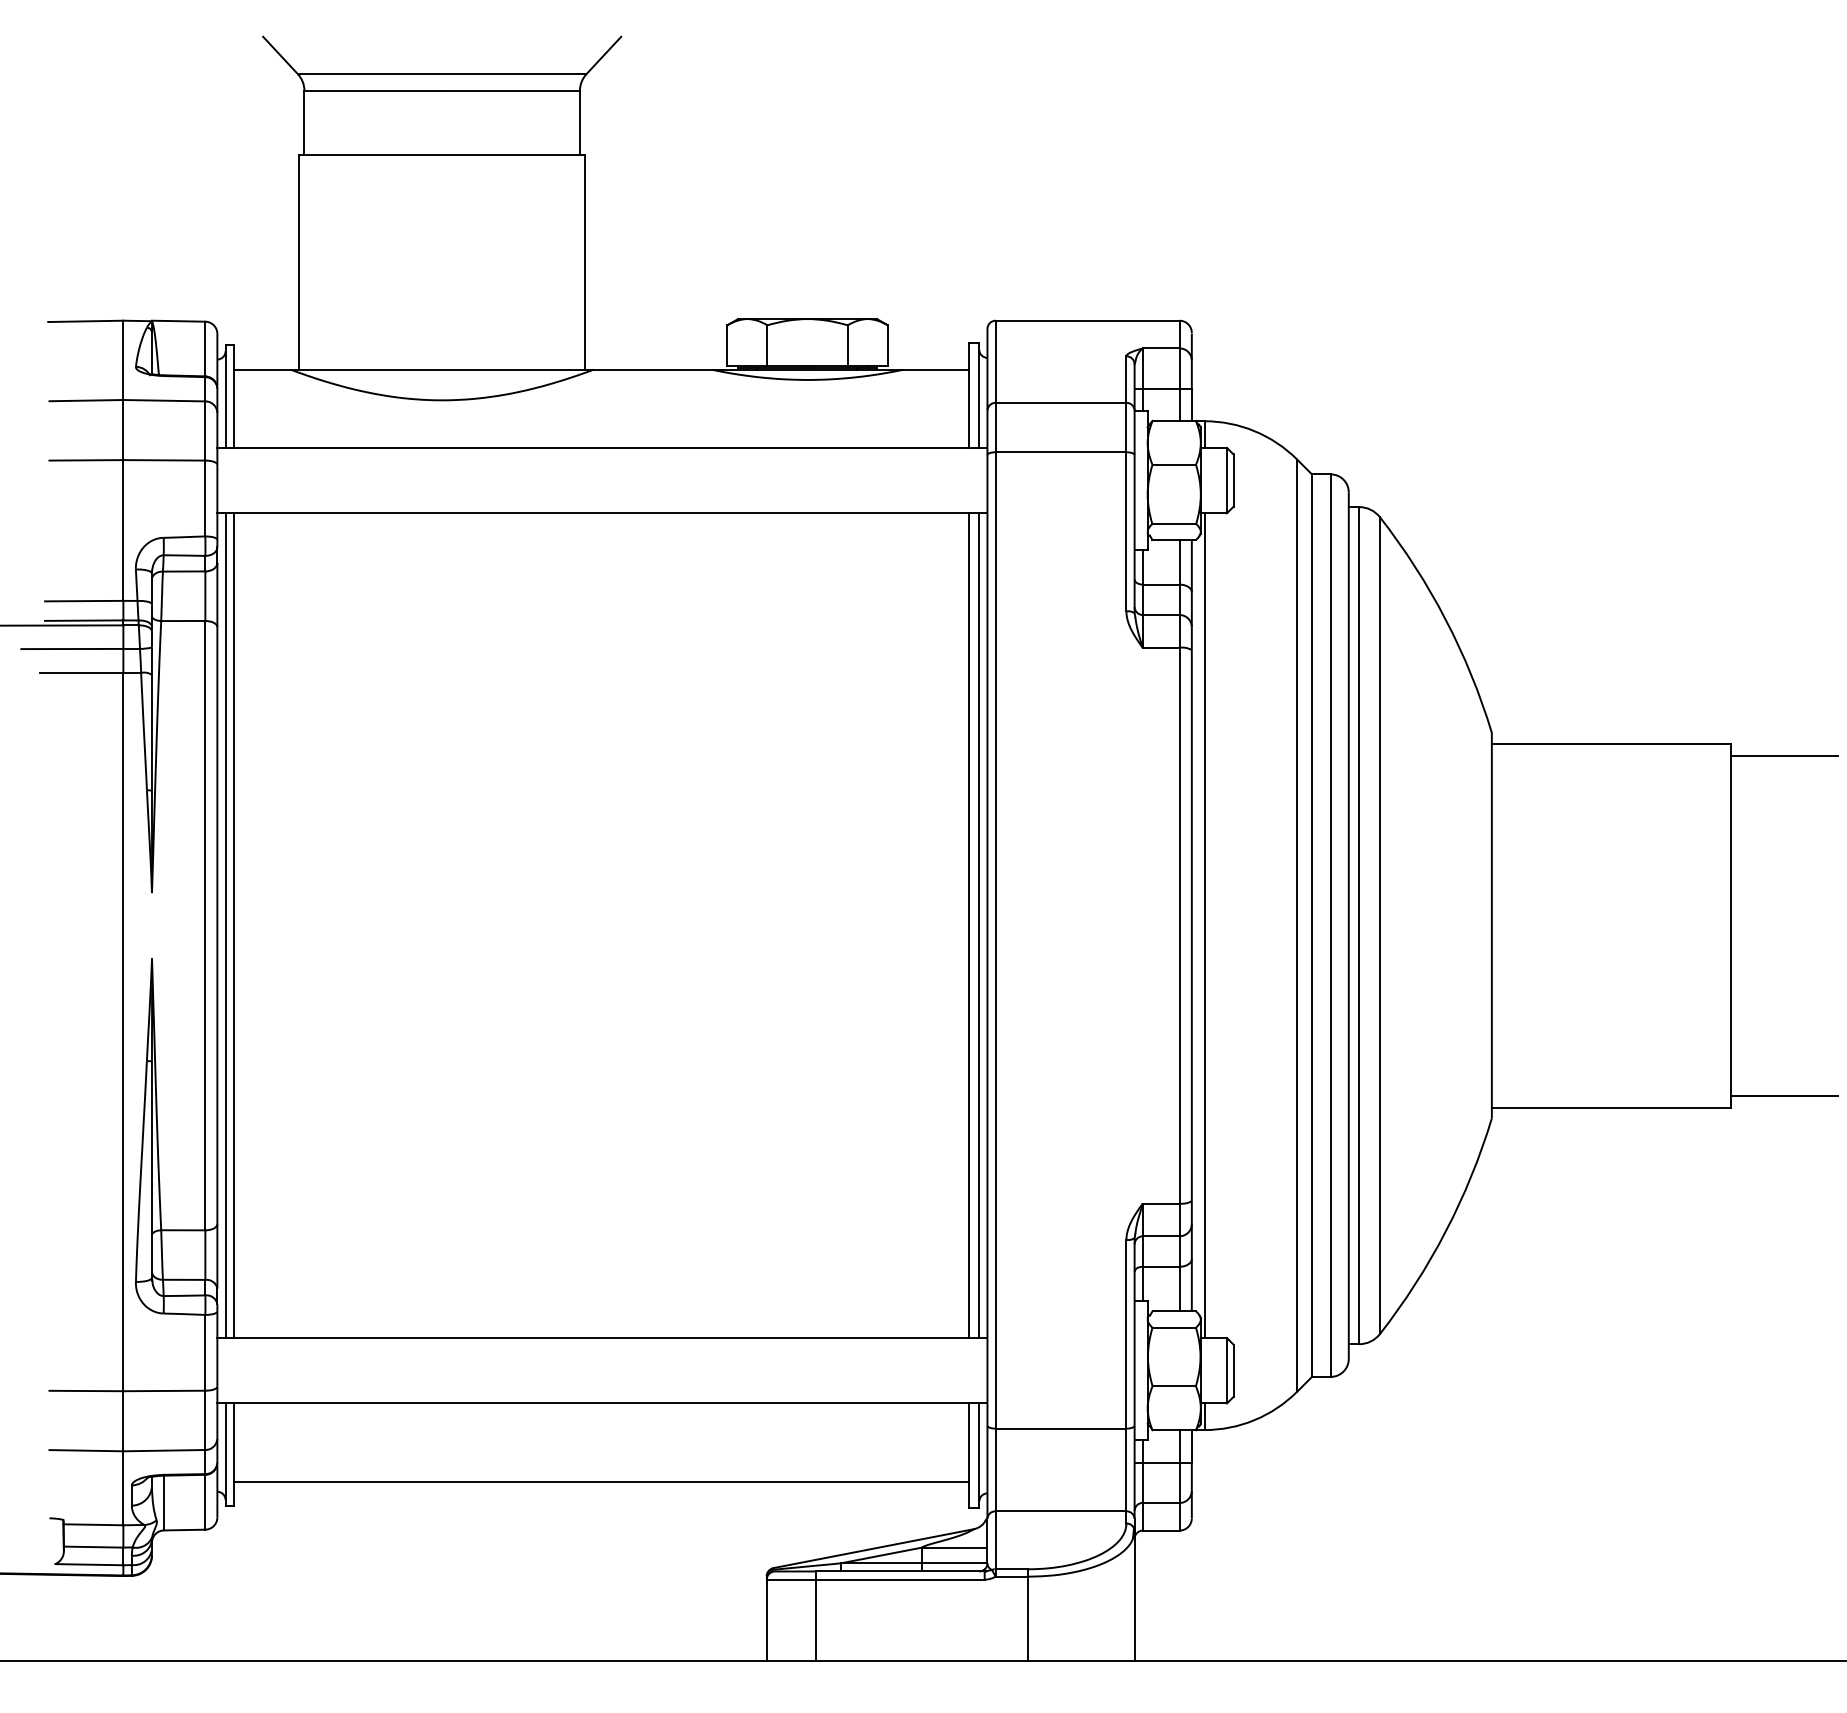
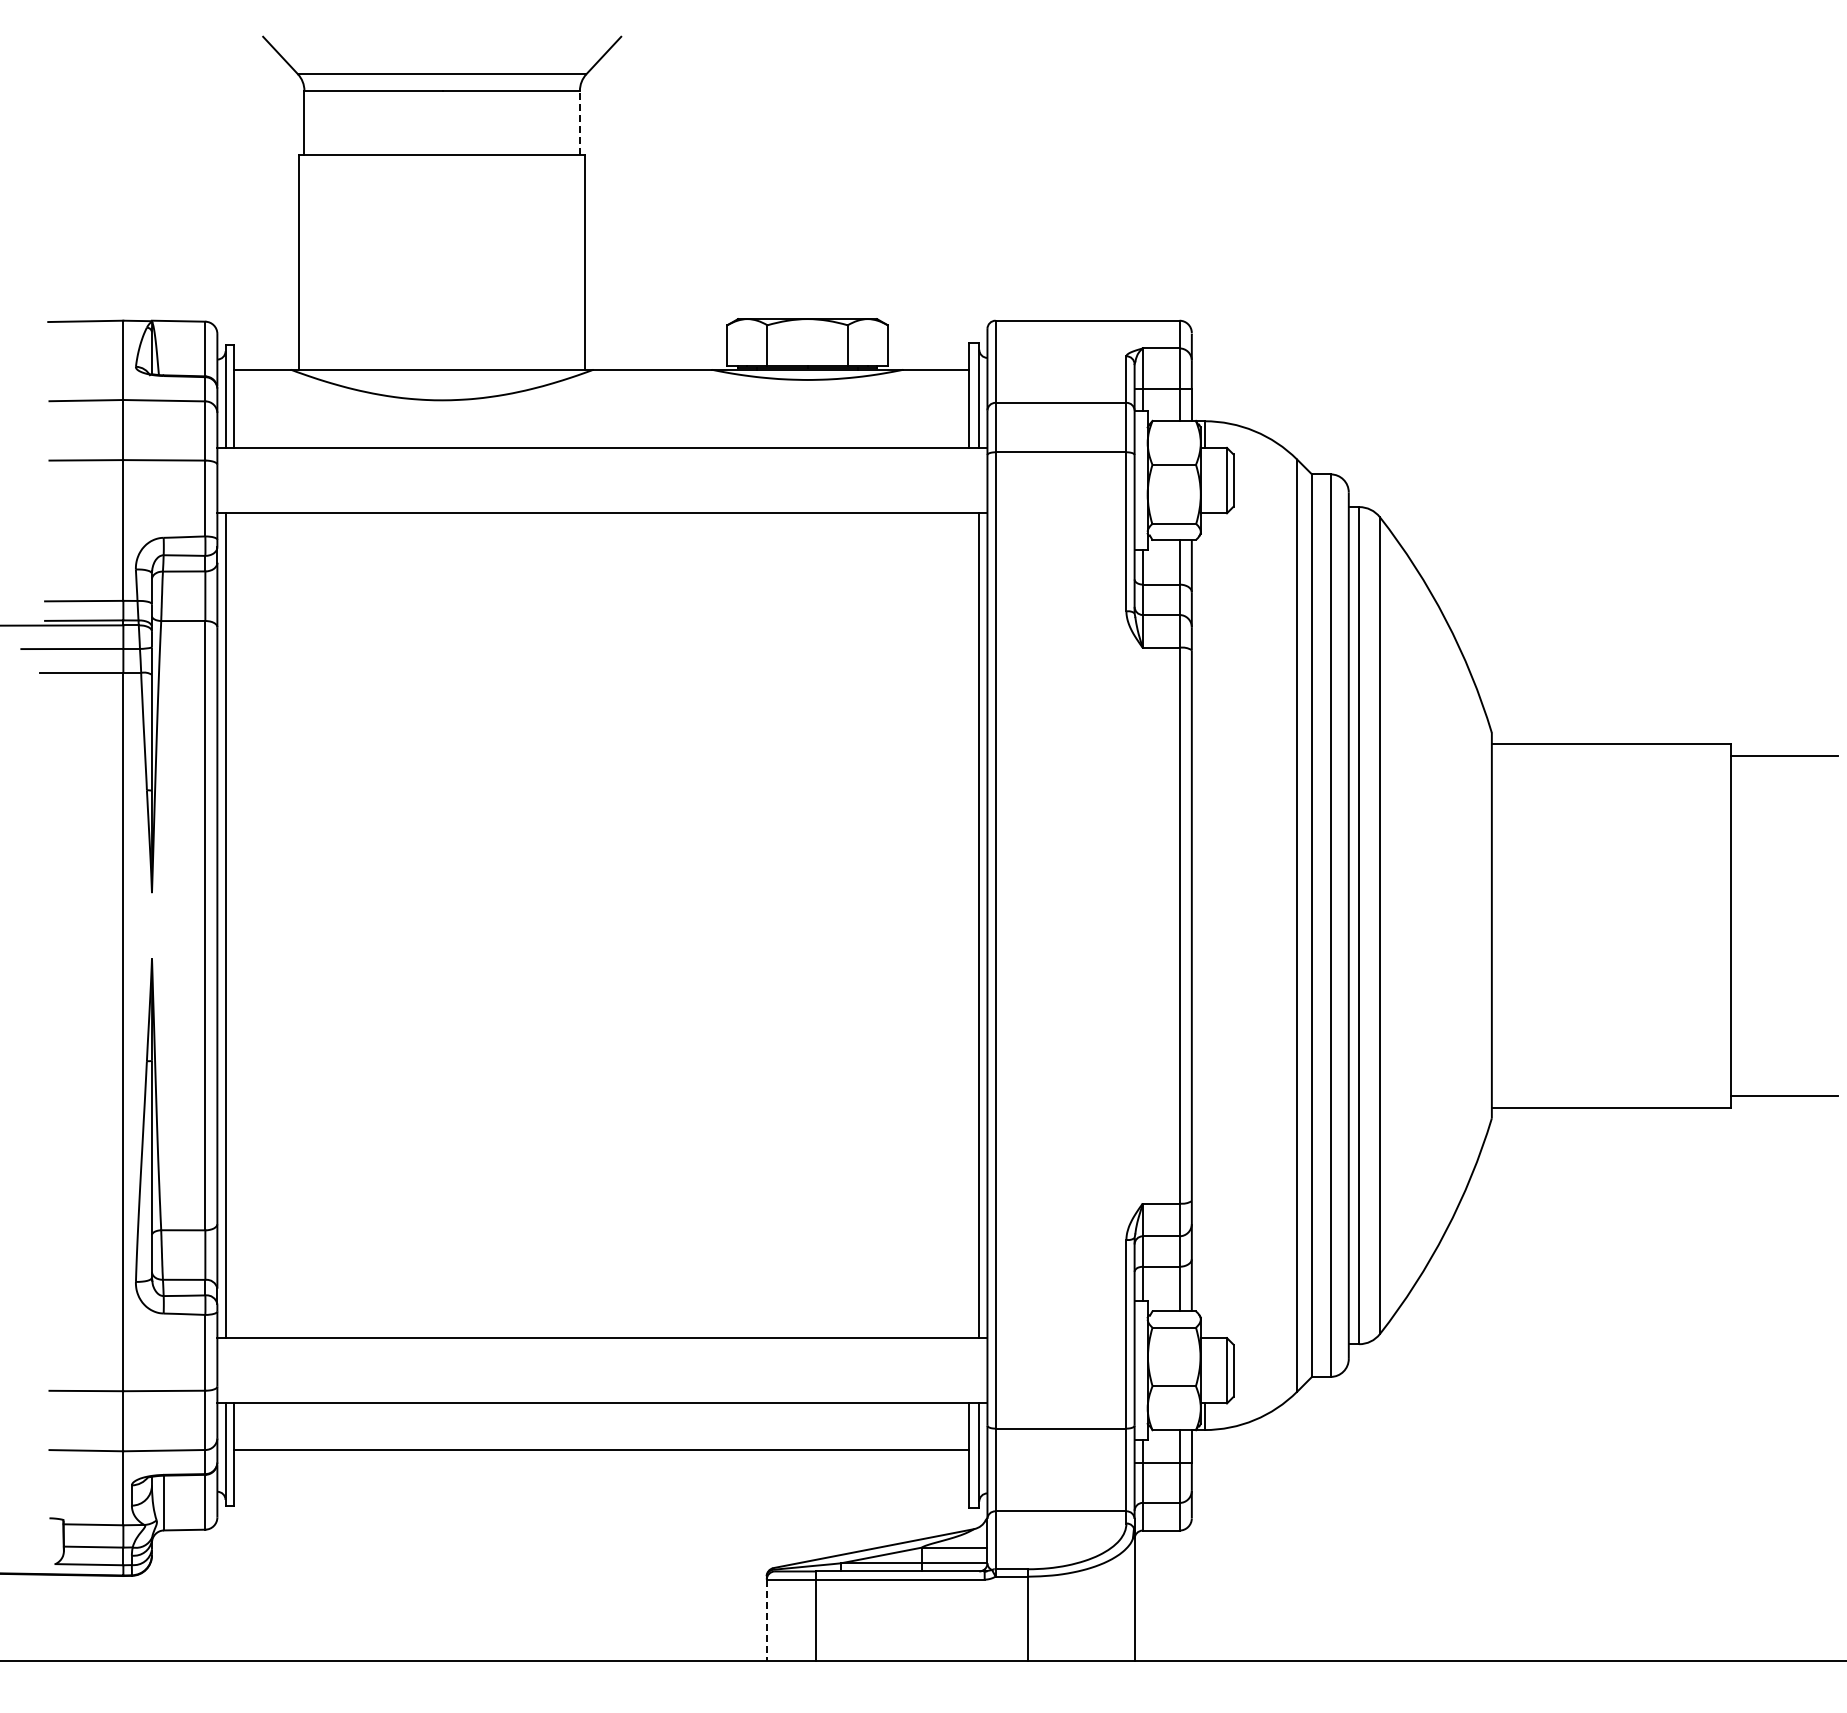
line at (579, 122): solid -> dashed
line at (233, 925): present -> none
line at (969, 925): present -> none
line at (1204, 925): present -> none
line at (601, 1481) position: (601, 1481) -> (601, 1449)
line at (766, 1620): solid -> dashed
